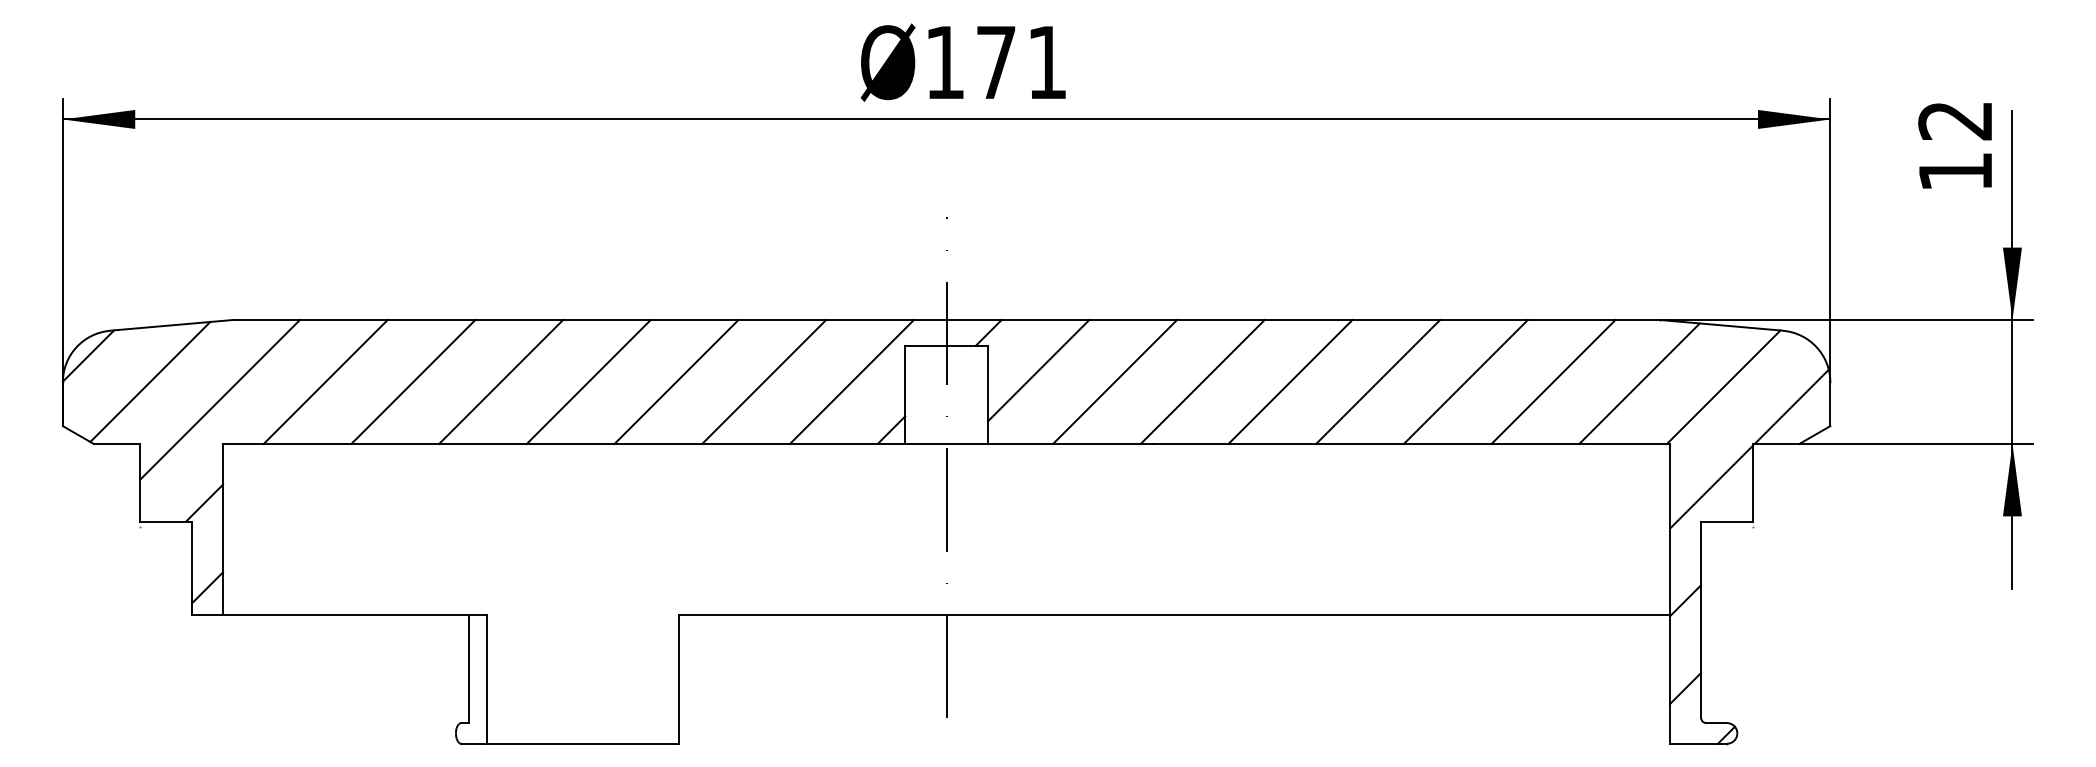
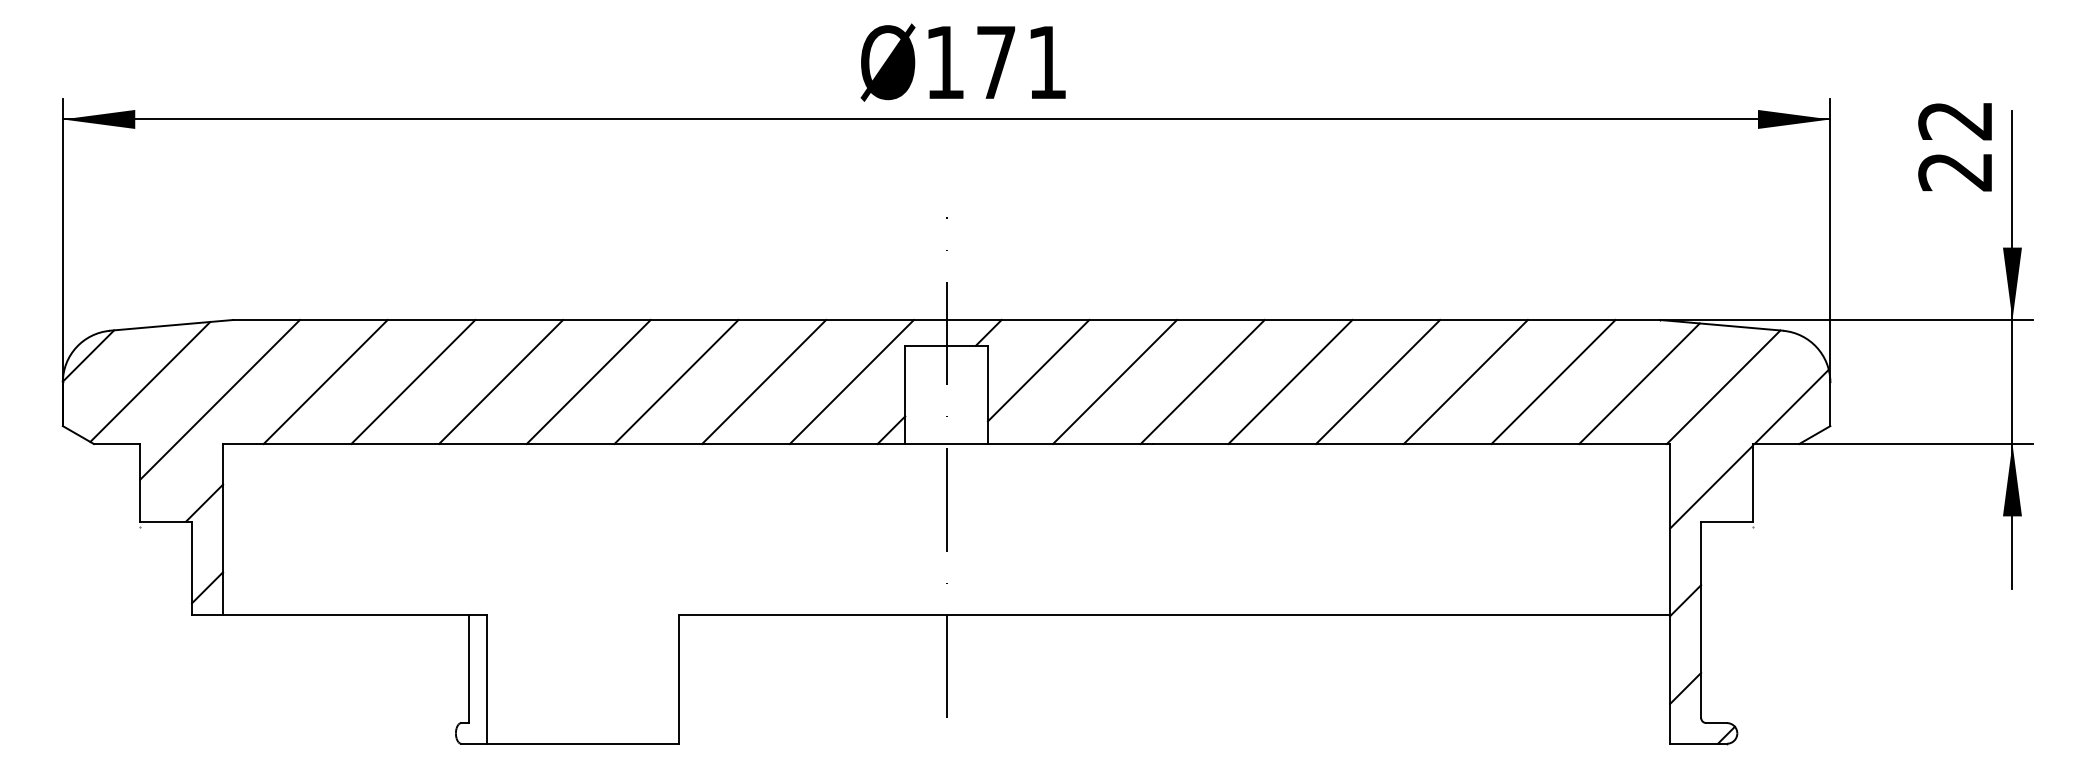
text at (1954, 172): 12 -> 22
